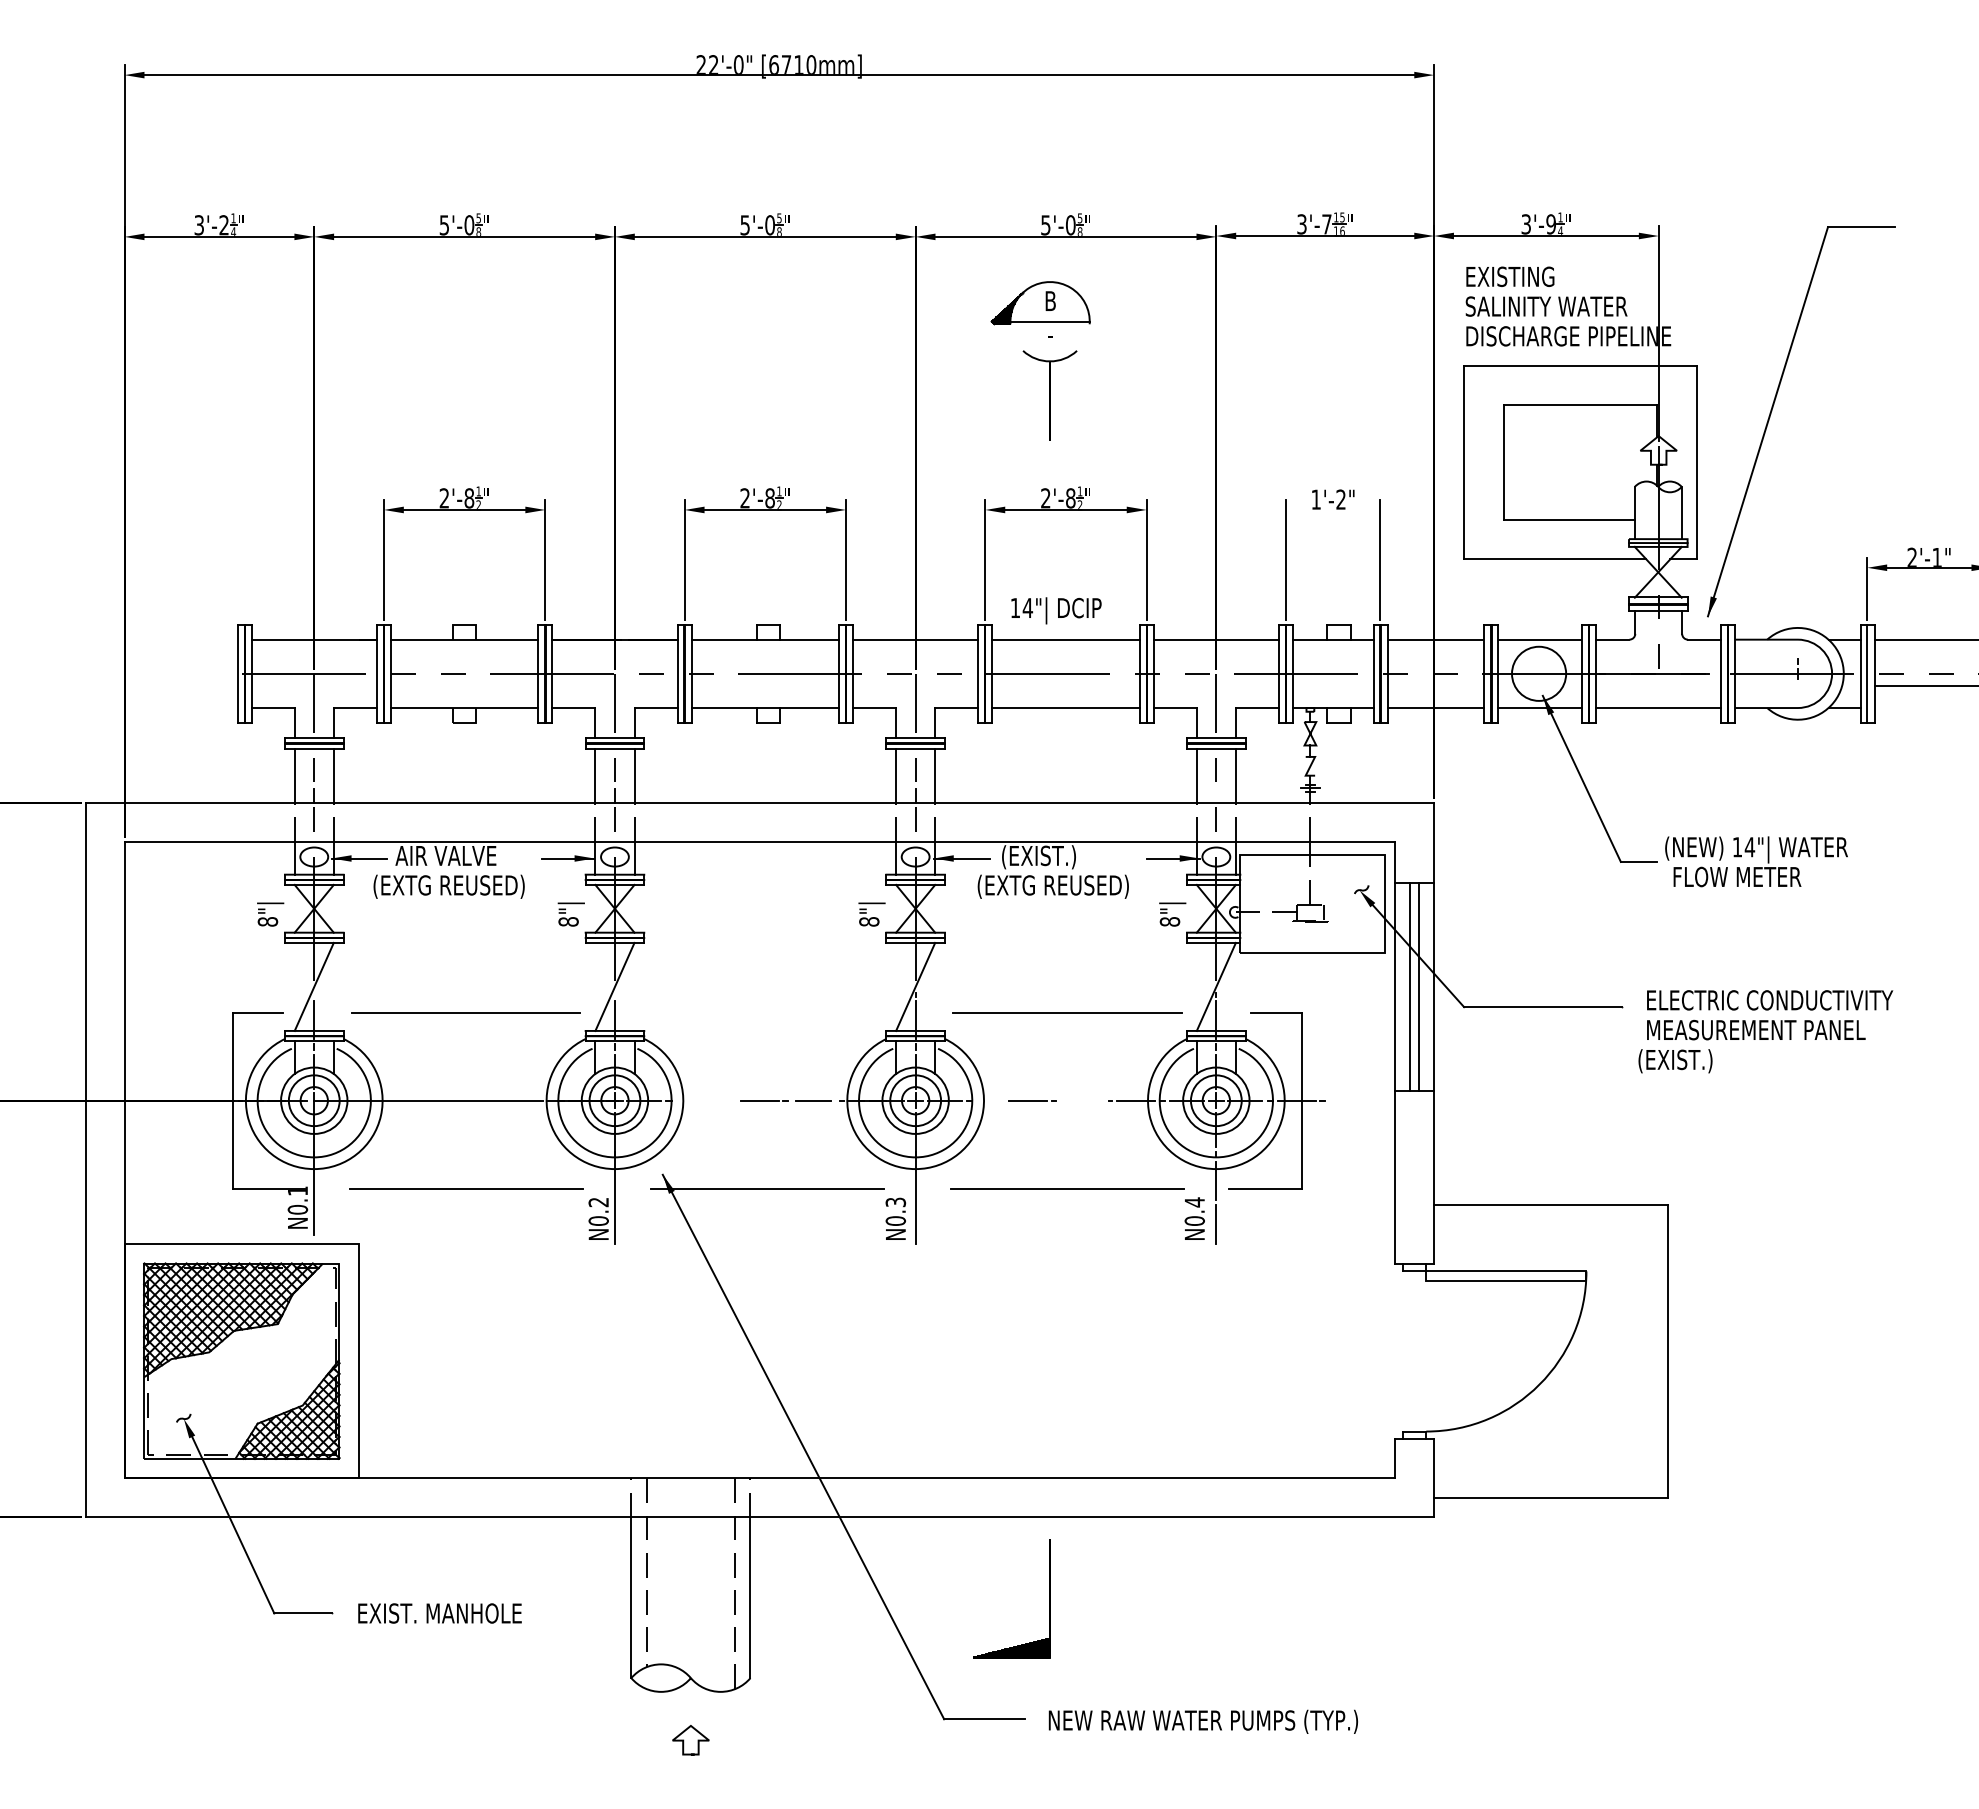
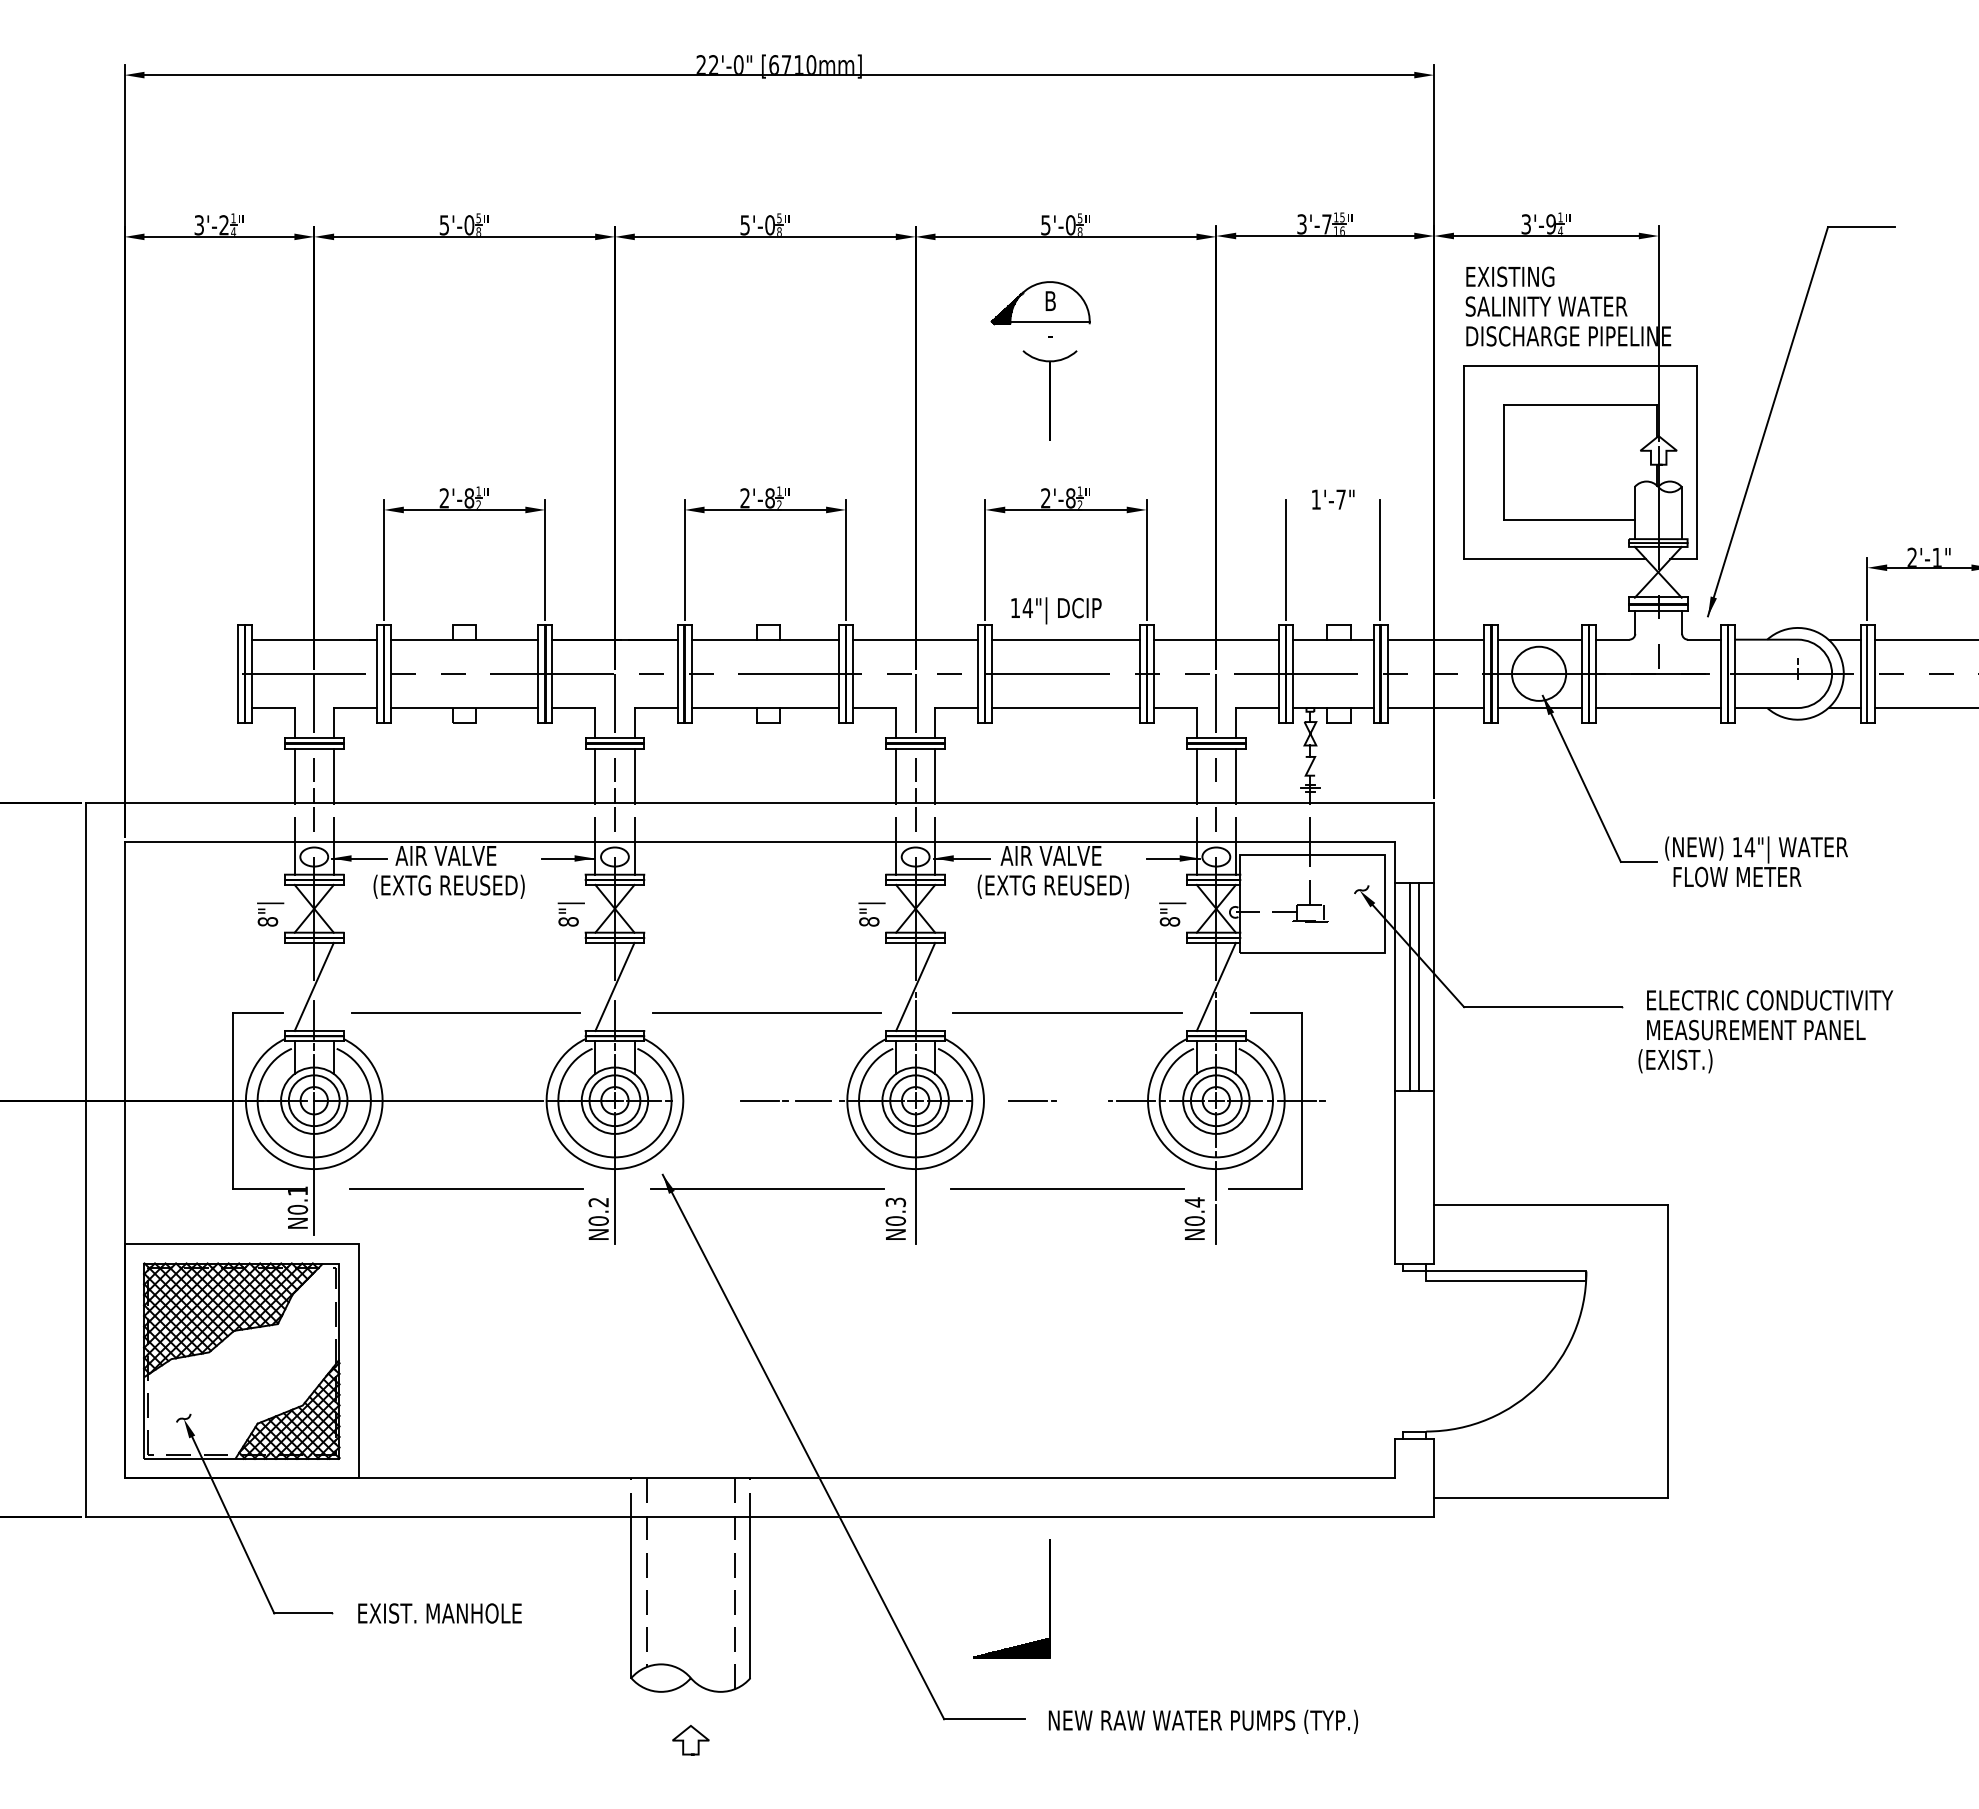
text at (1340, 499): 1'-2" -> 1'-7"
line at (1924, 686) position: (1924, 686) -> (1924, 708)
text at (1050, 857): (EXIST.) -> AIR VALVE
line at (766, 1012): none -> present
